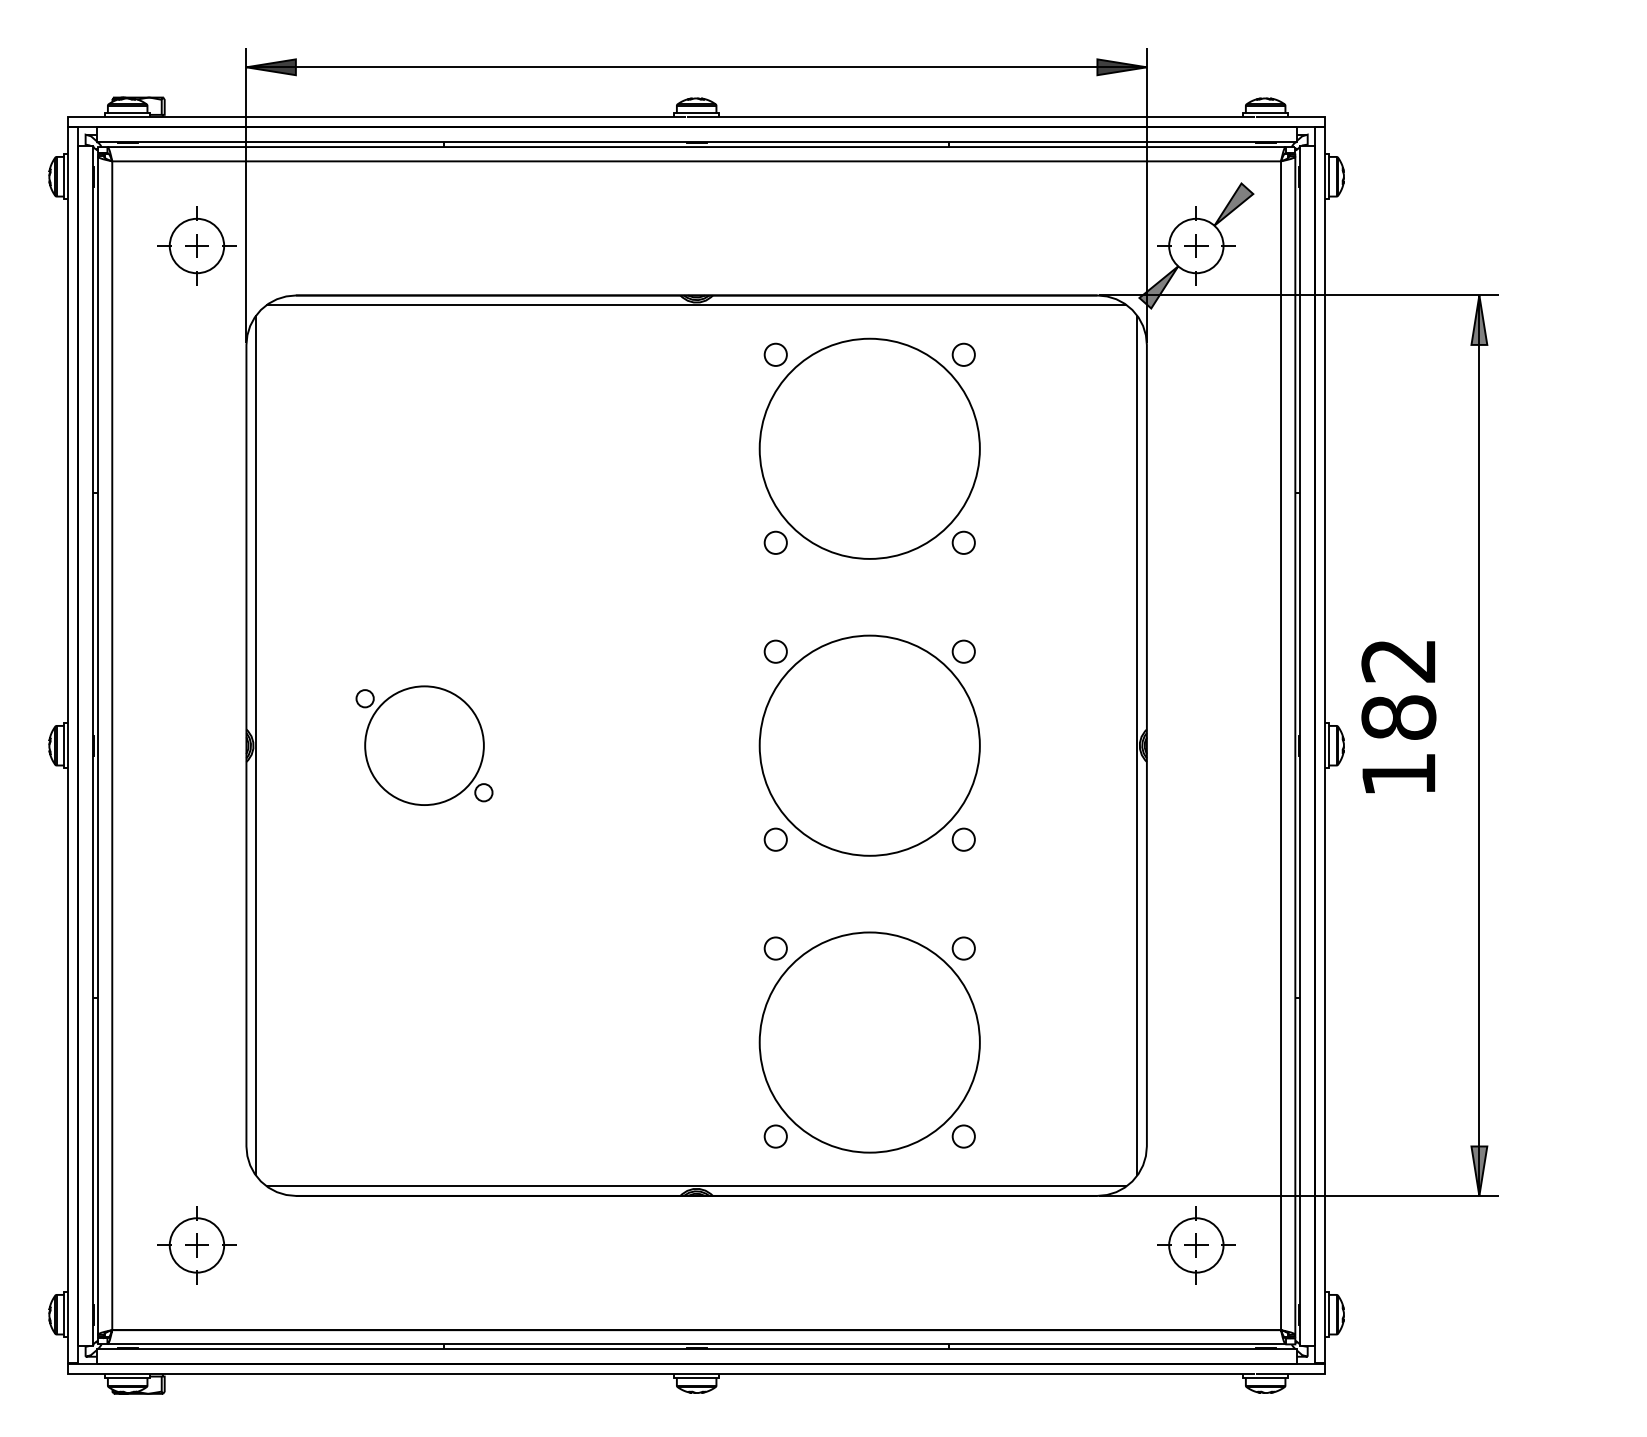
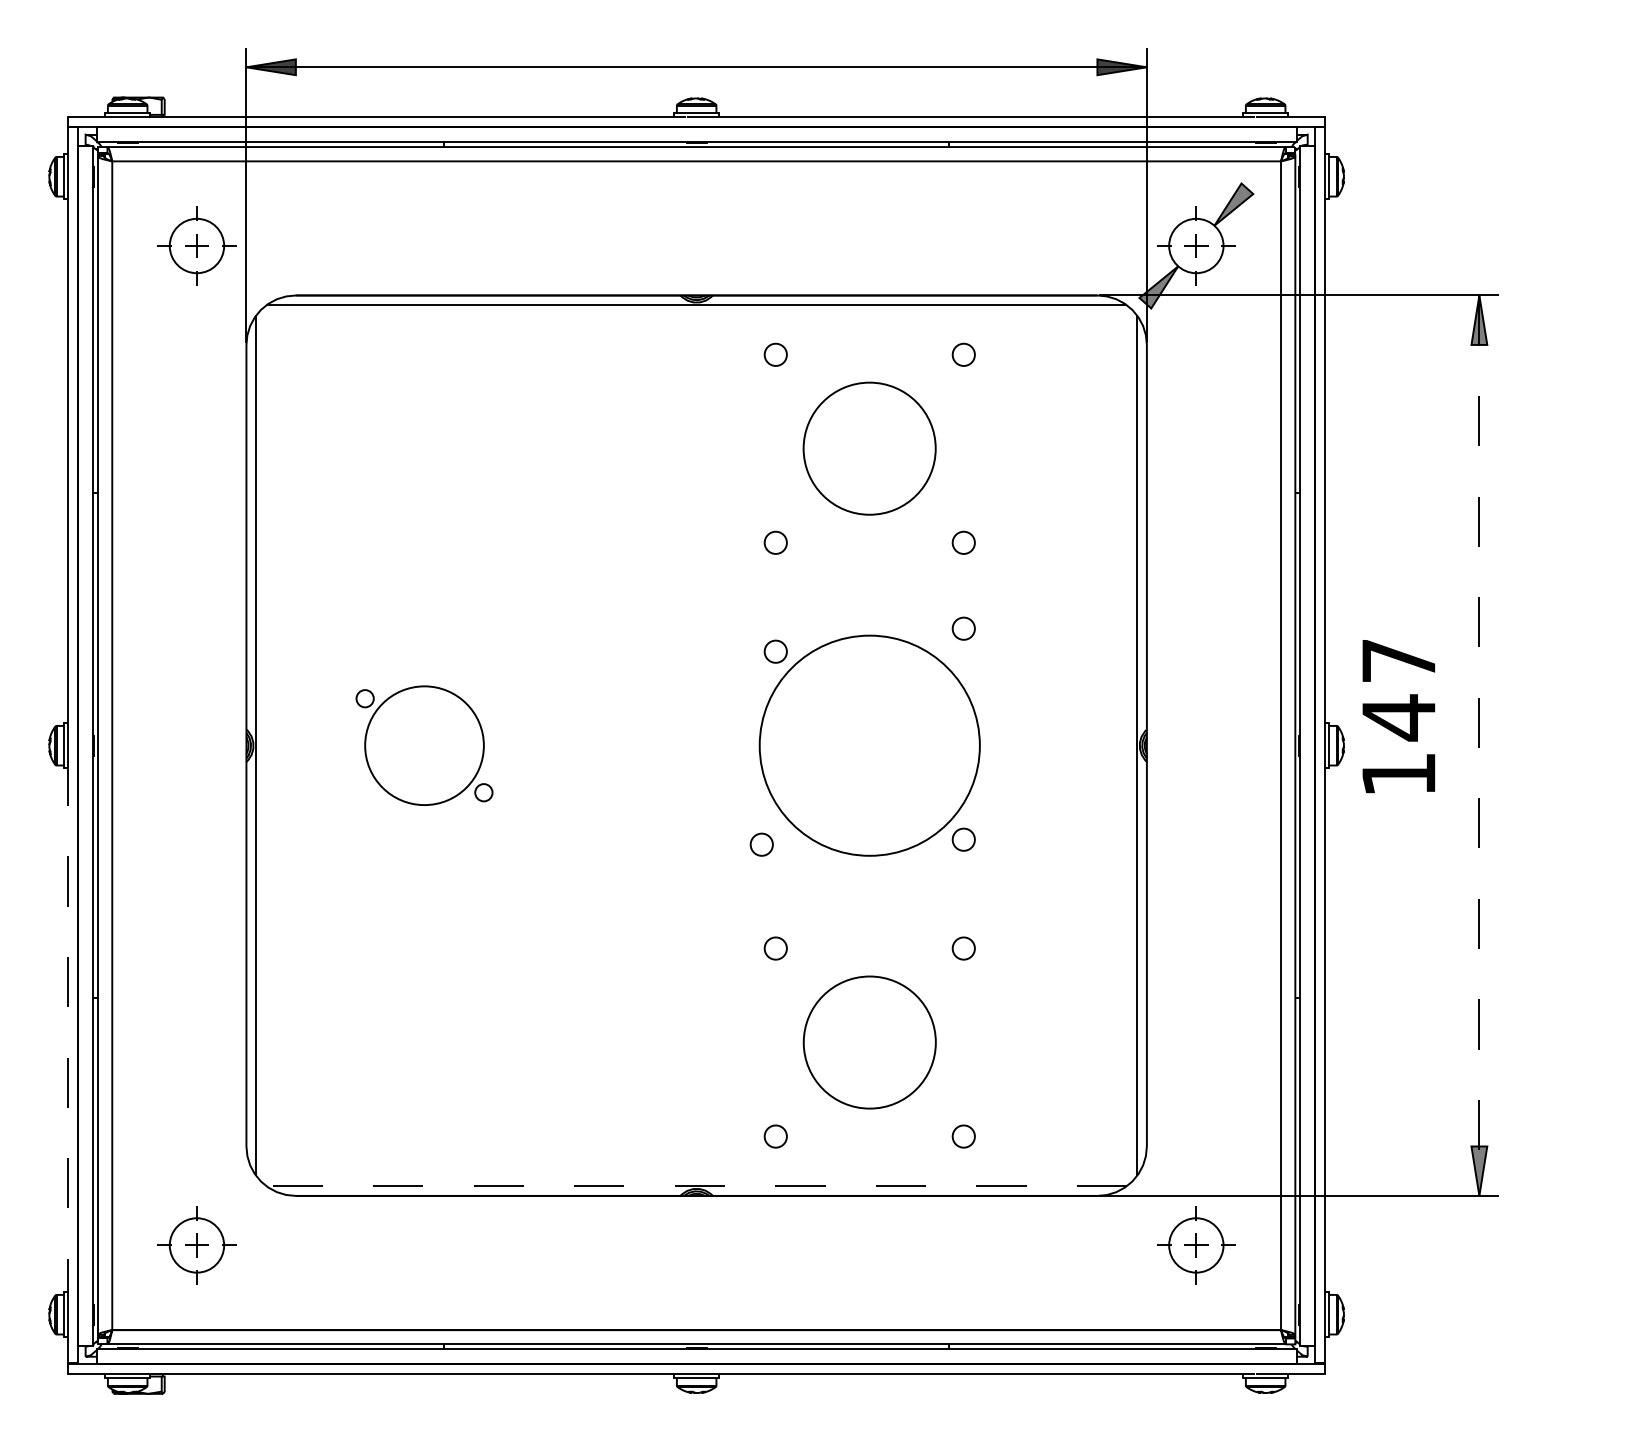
circle at (869, 448) size: 223x223 px -> 135x135 px
circle at (963, 651) position: (963, 651) -> (963, 628)
text at (1398, 690): 182 -> 147
line at (1479, 746): solid -> dashed
circle at (775, 839) position: (775, 839) -> (761, 844)
line at (68, 1030): solid -> dashed
circle at (869, 1042) diameter: 220 px -> 132 px
line at (696, 1186): solid -> dashed
